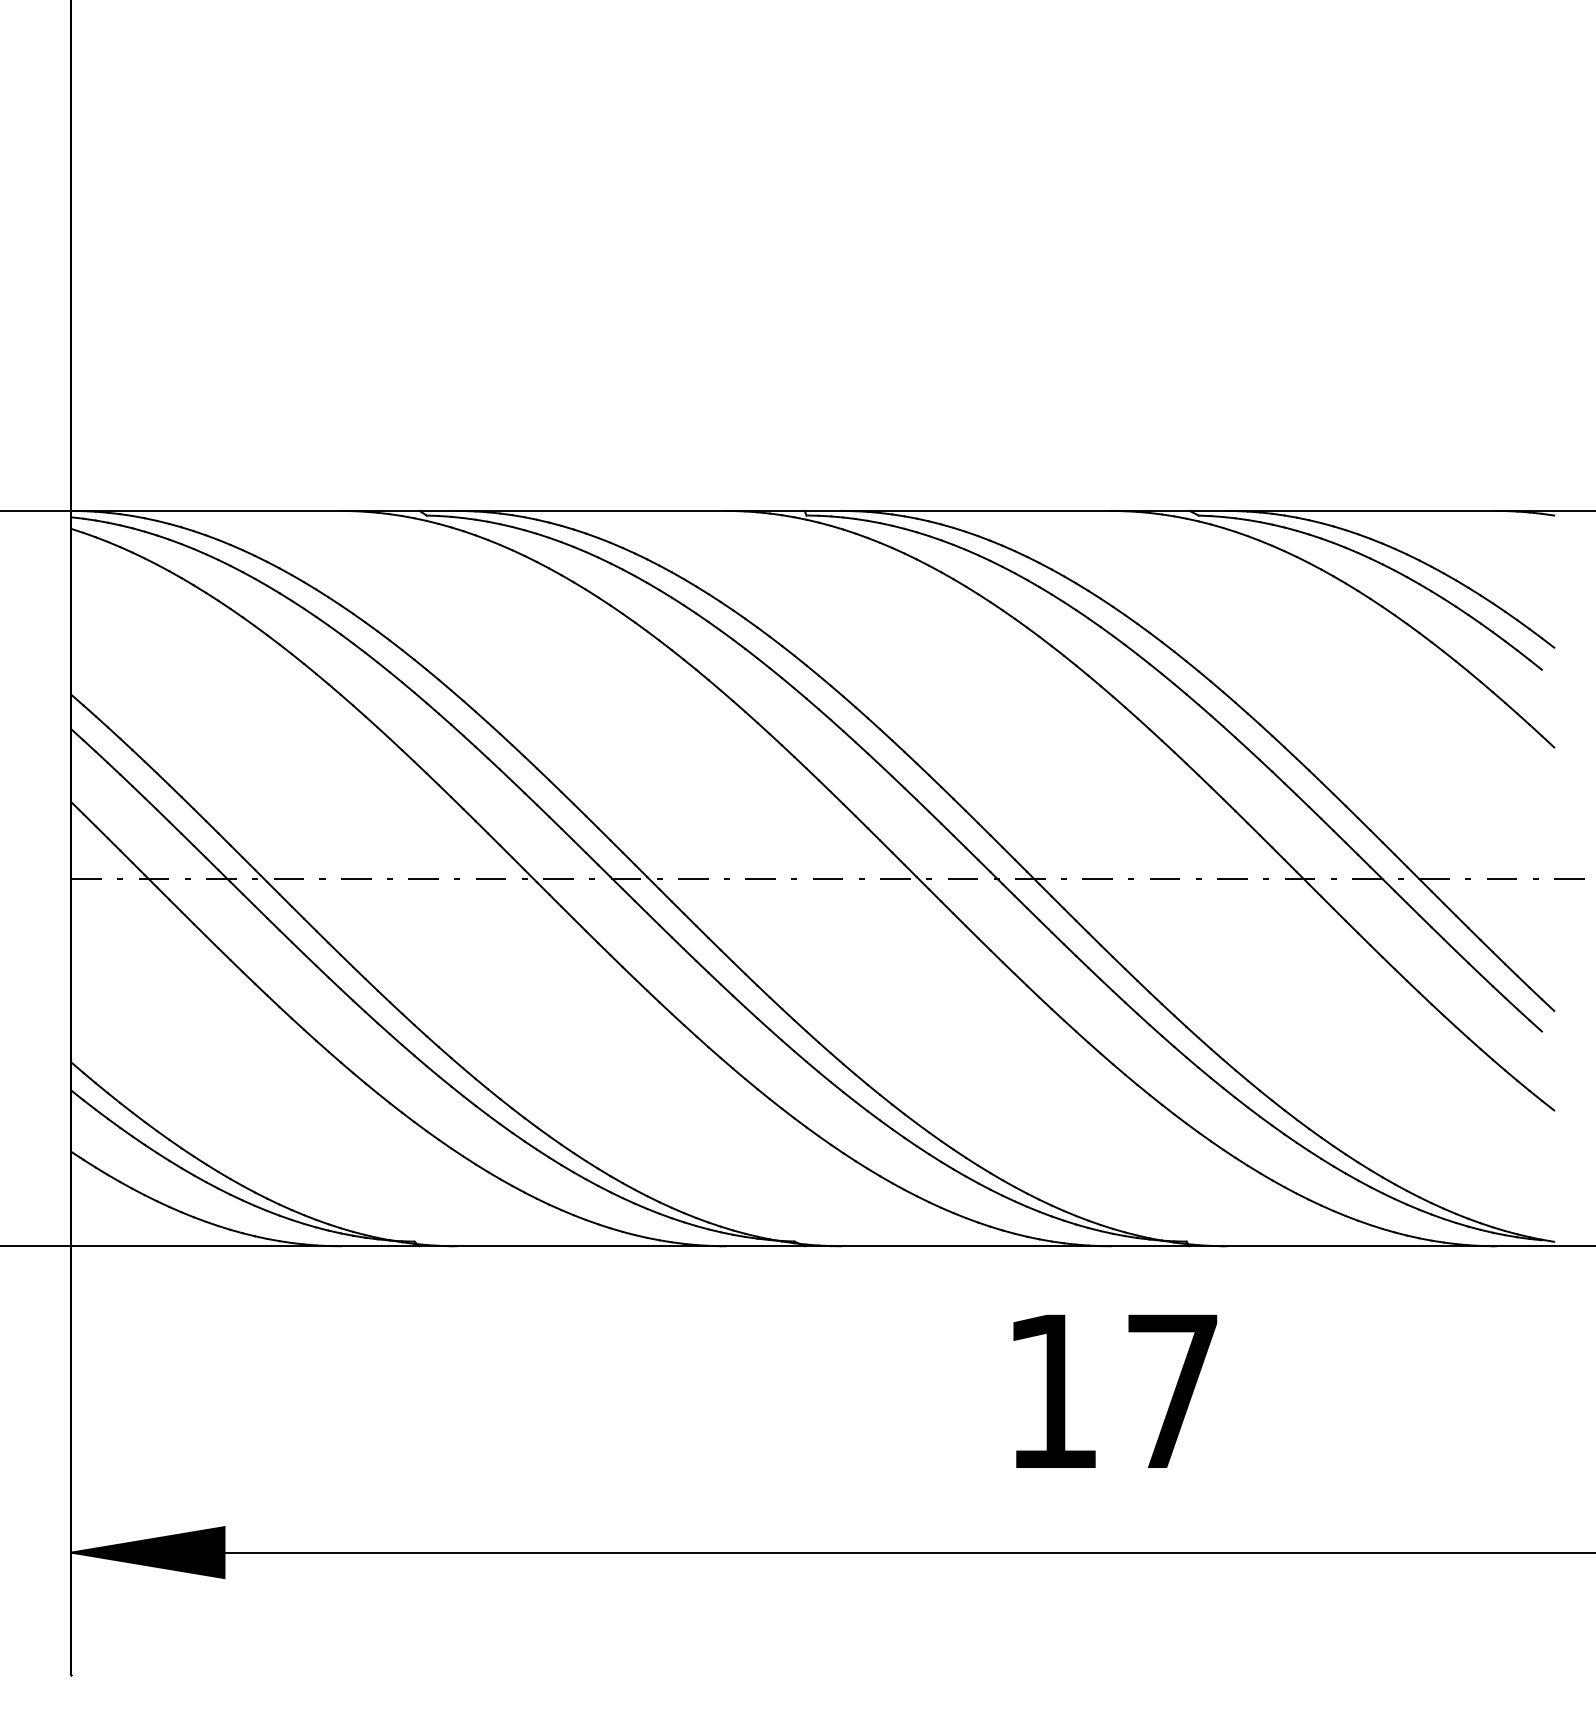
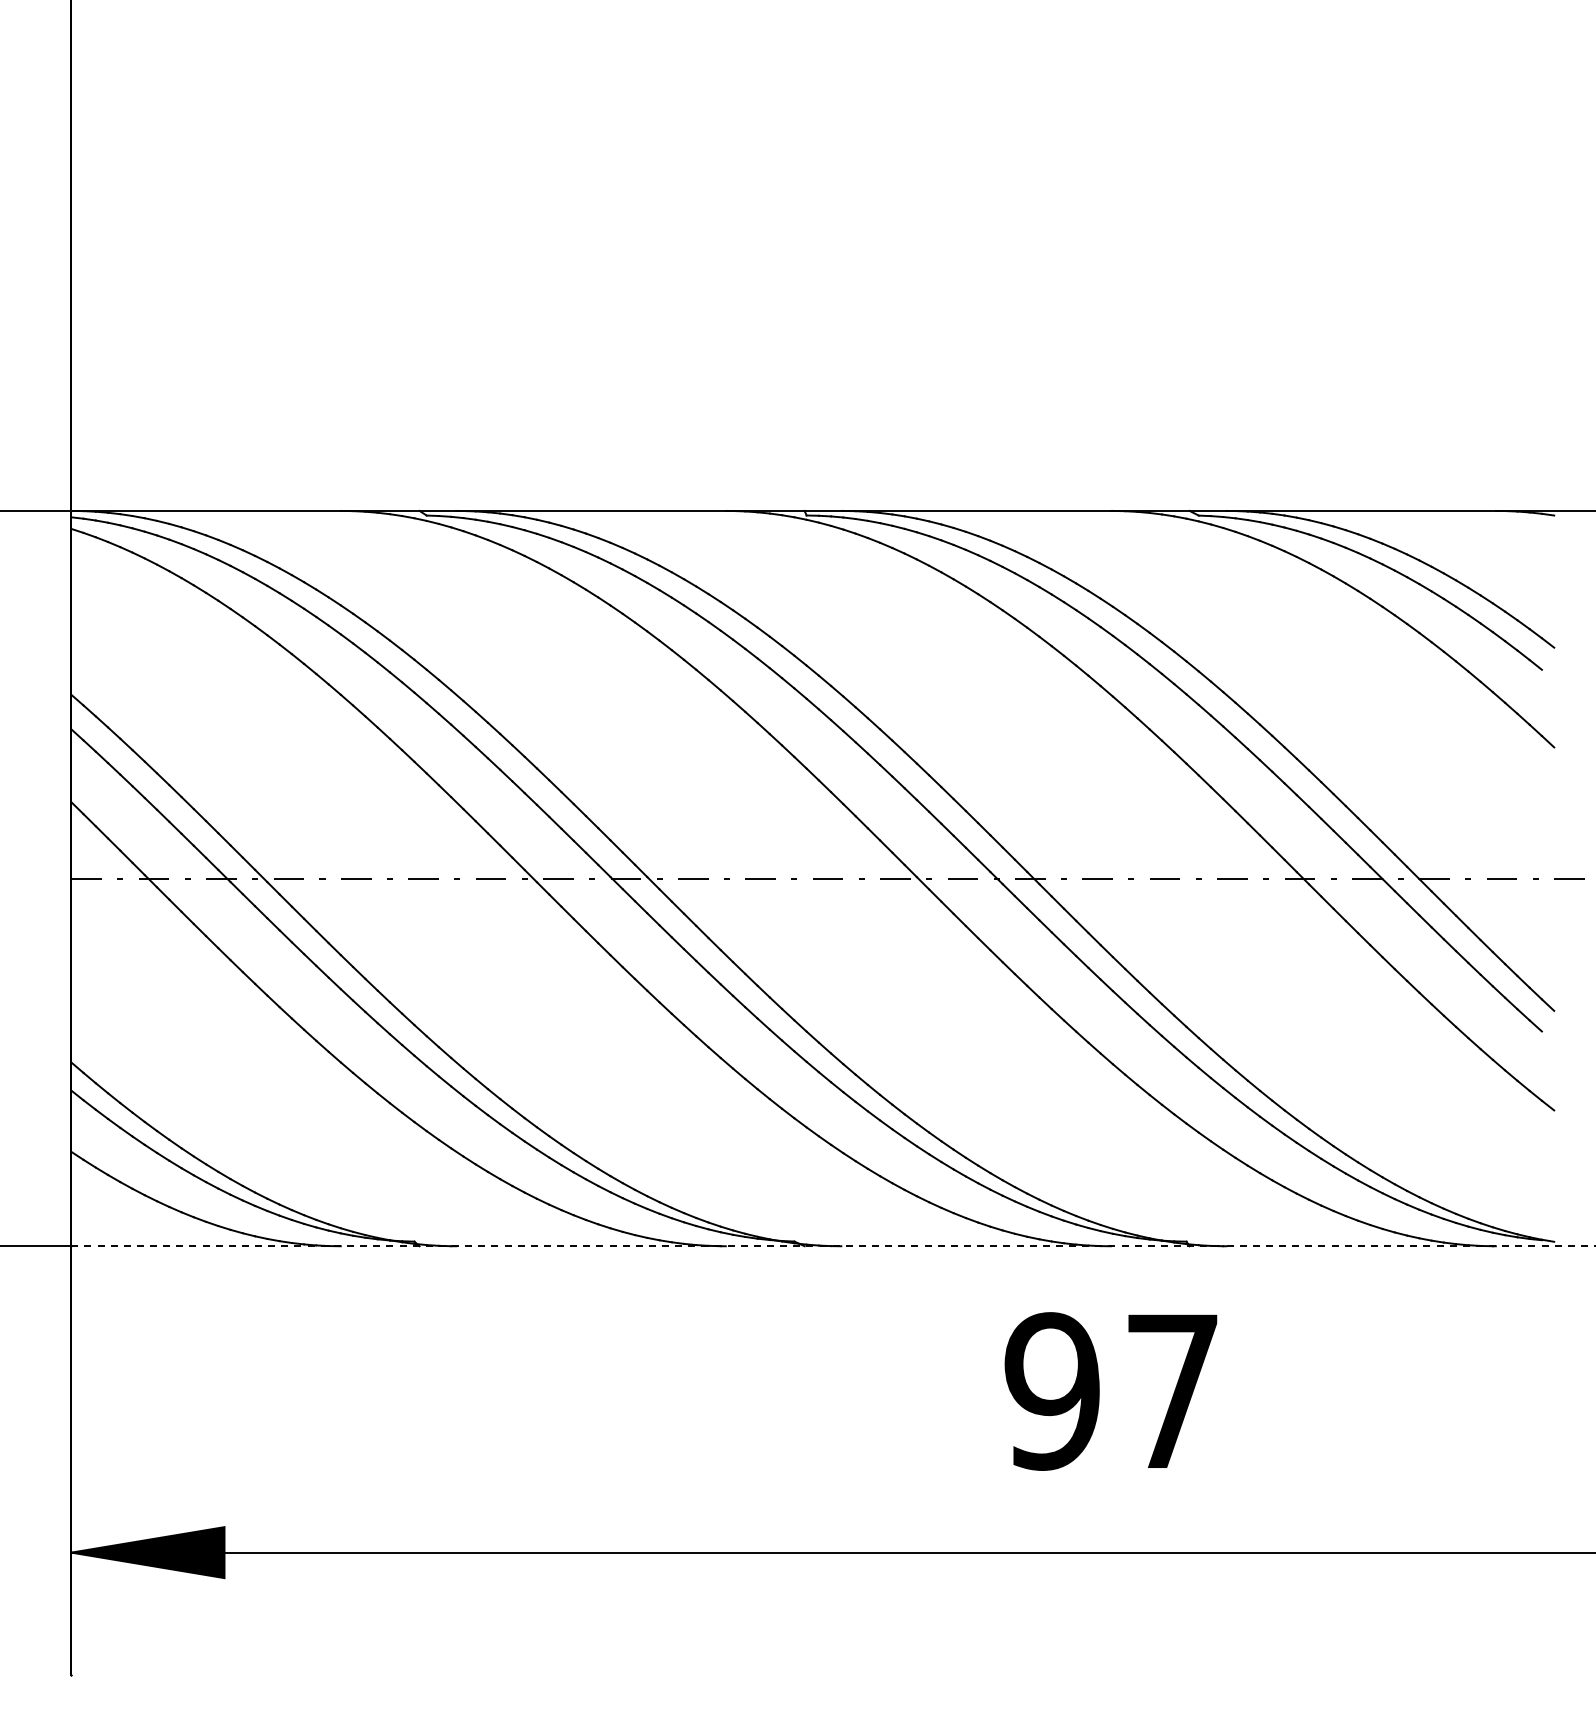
line at (834, 1246): solid -> dashed
text at (1051, 1391): 17 -> 97
